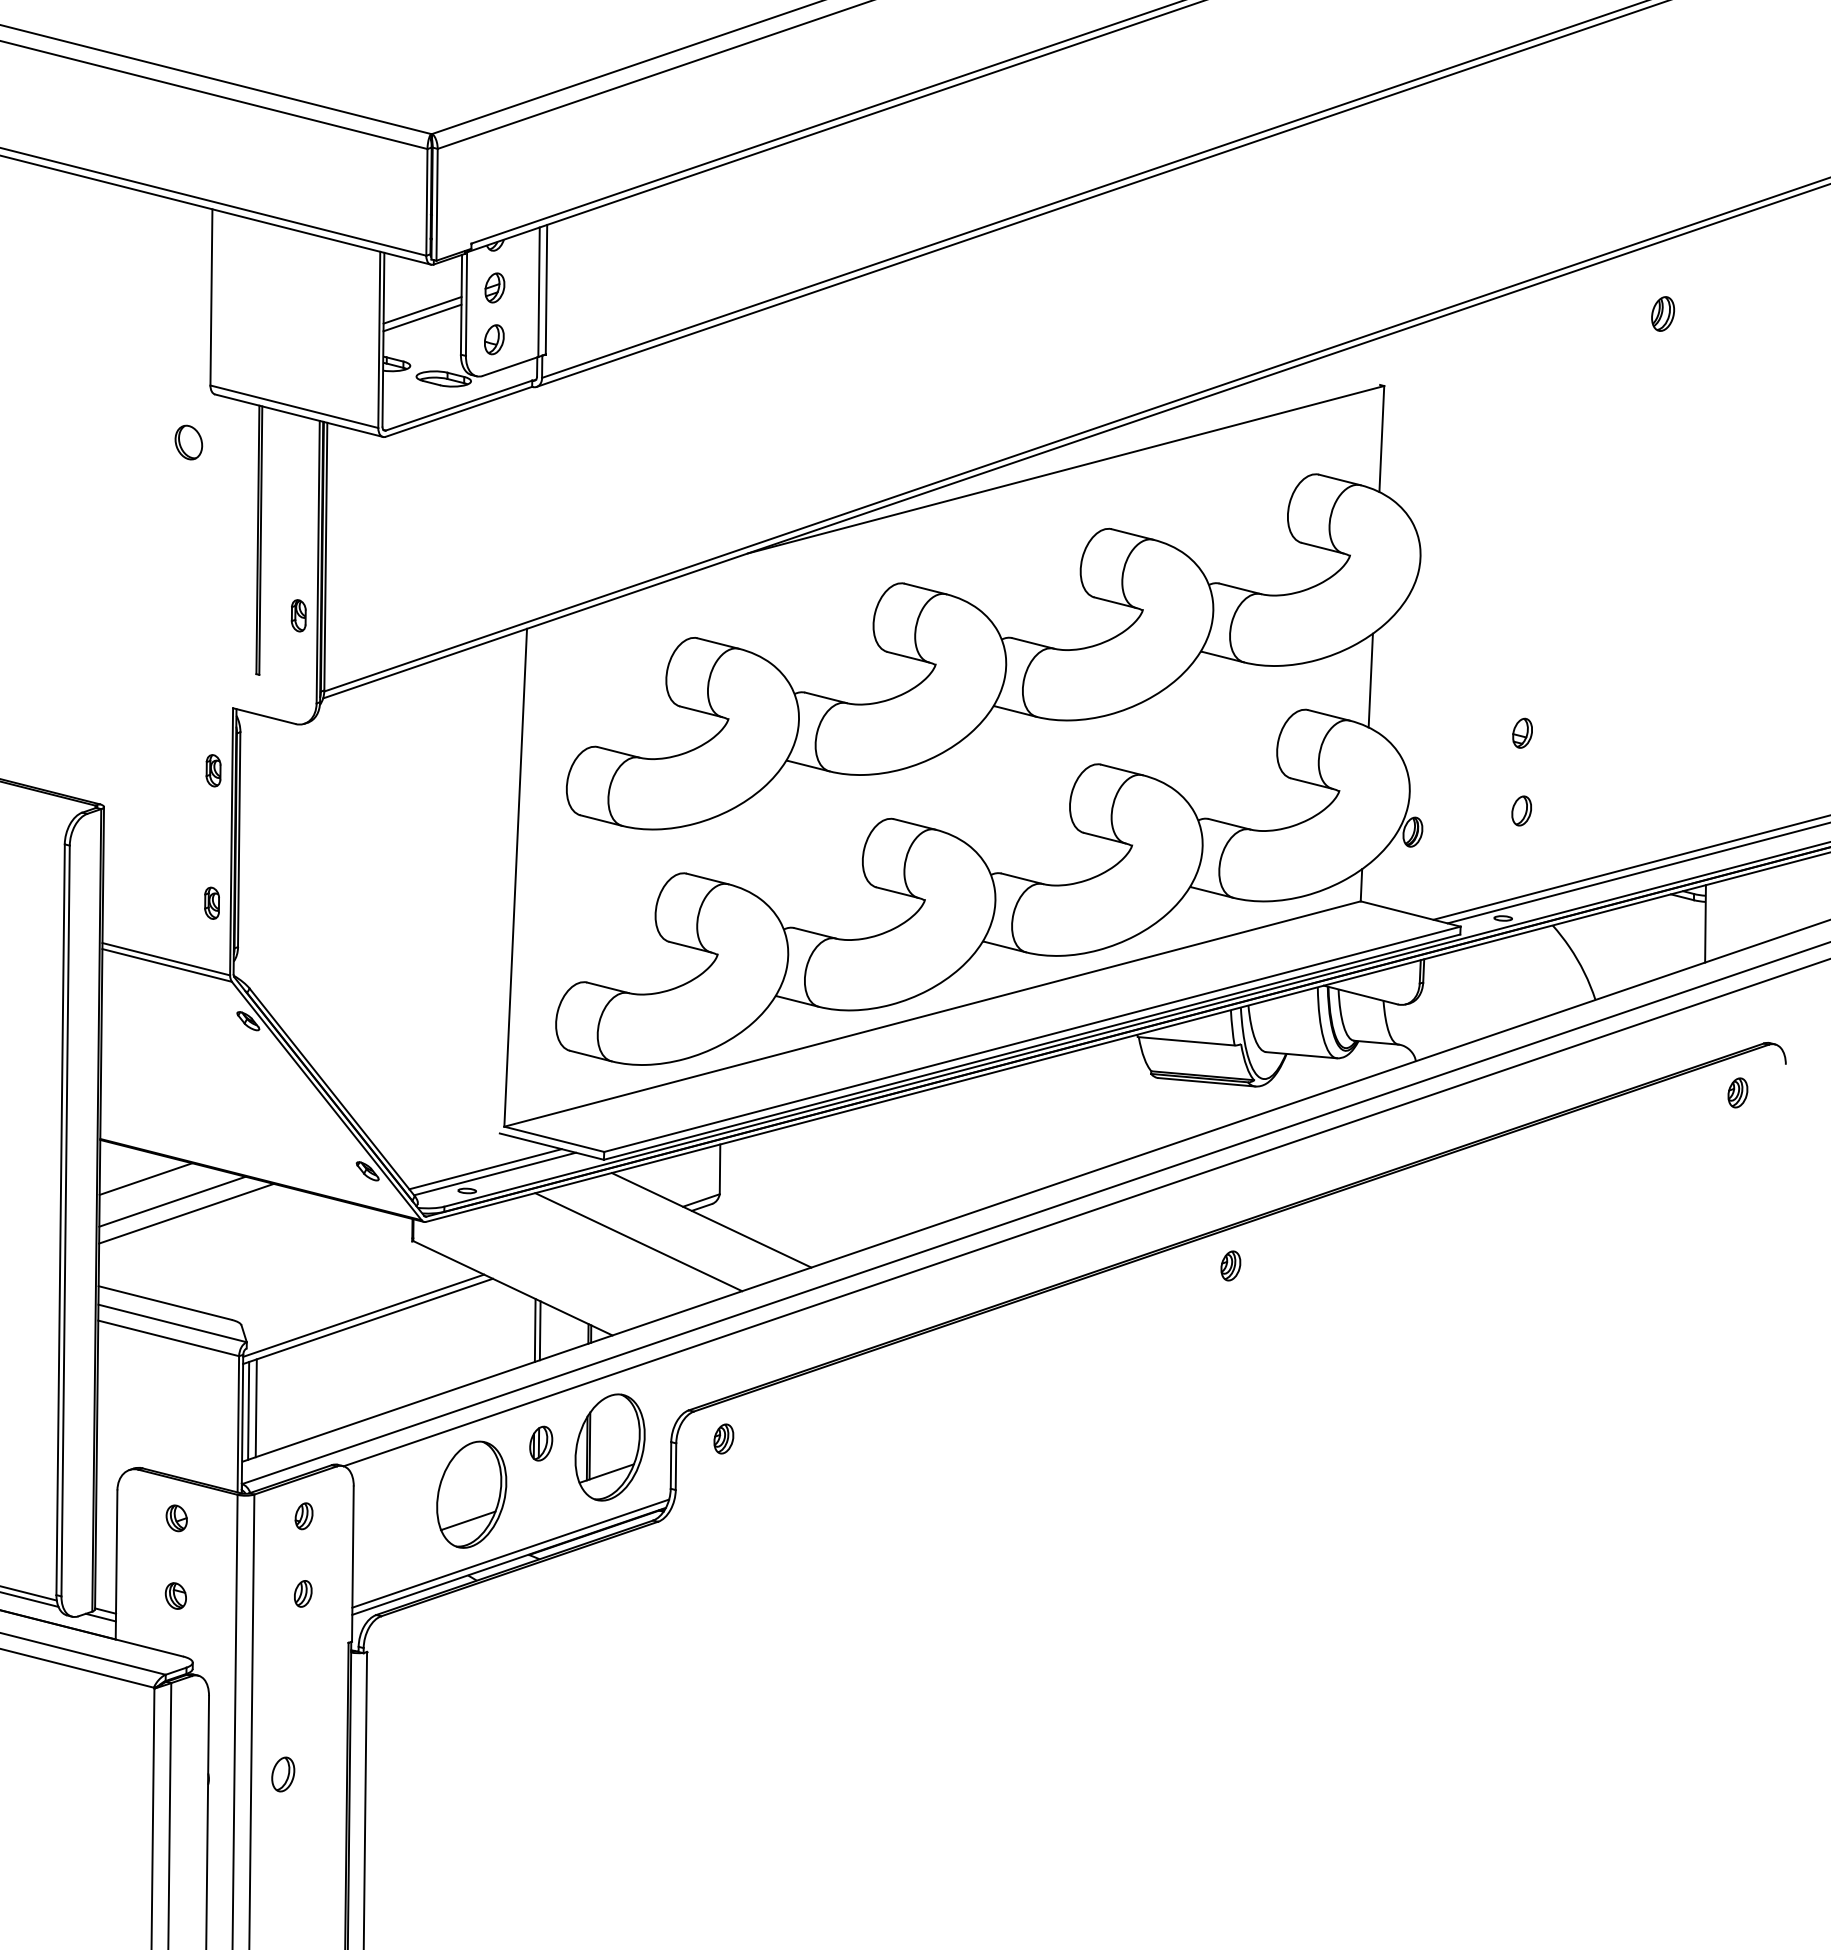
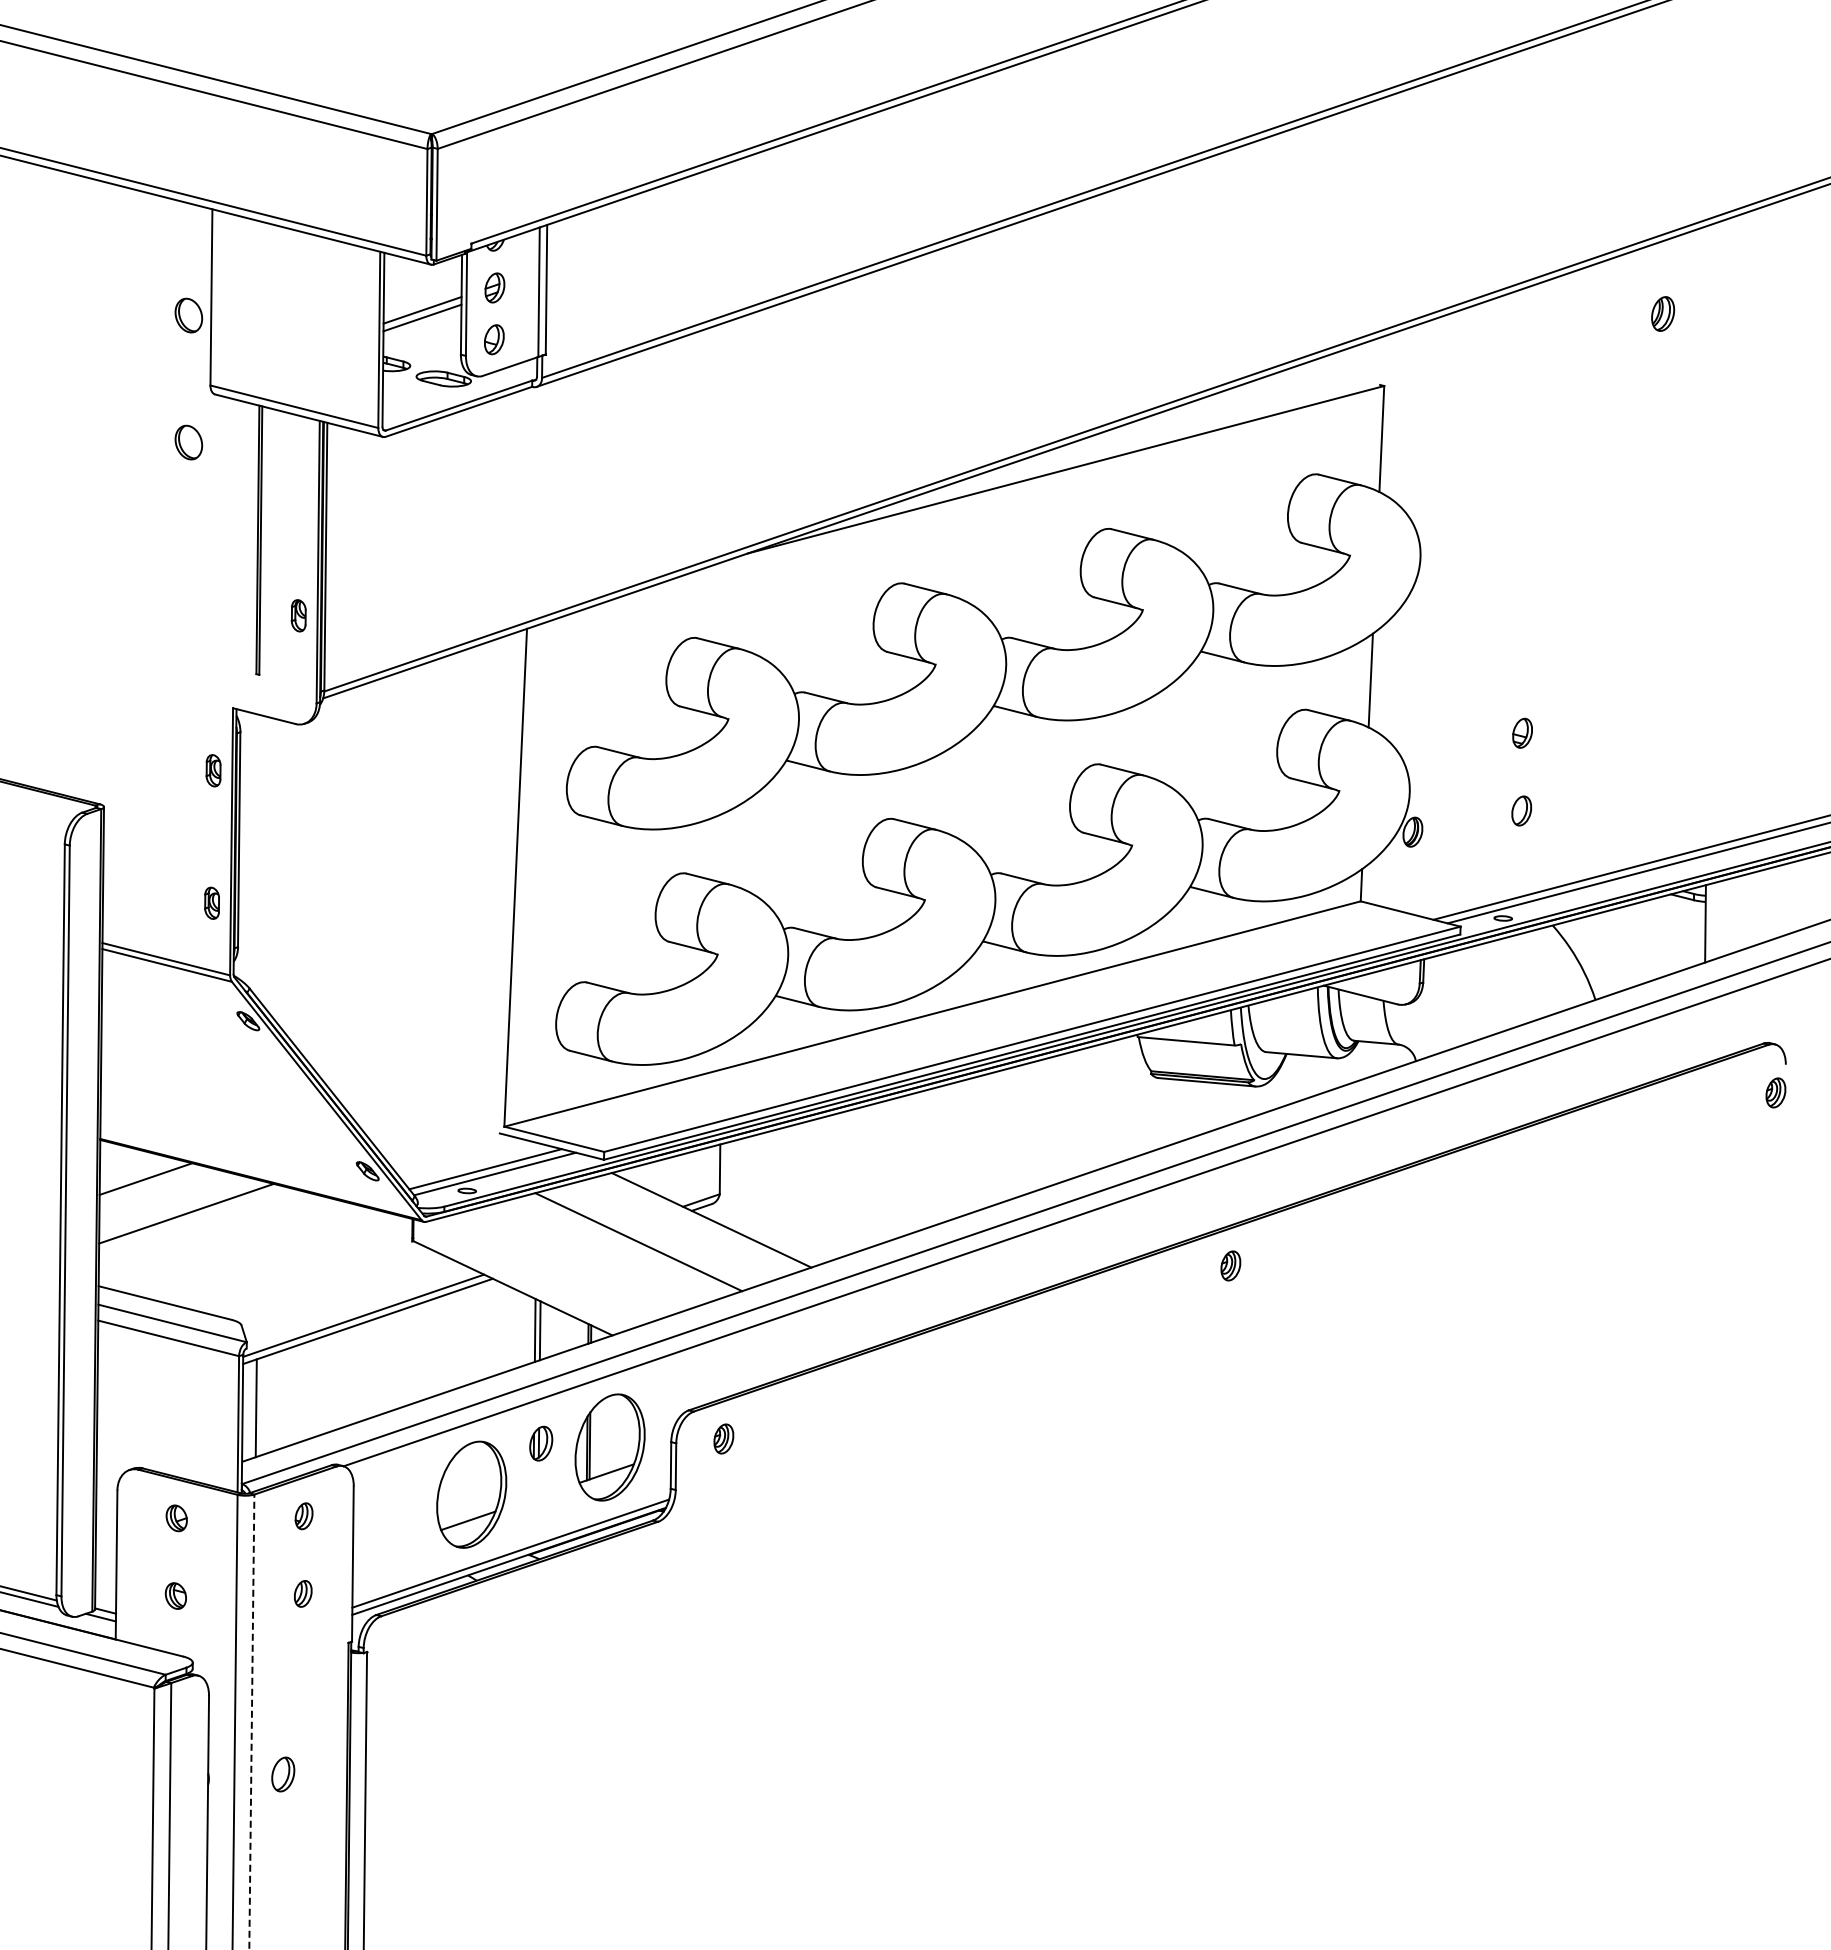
part at (188, 315): none -> present
part at (1737, 1092) position: (1737, 1092) -> (1775, 1092)
line at (172, 1201): present -> none
line at (248, 1410): present -> none
line at (251, 1721): solid -> dashed
